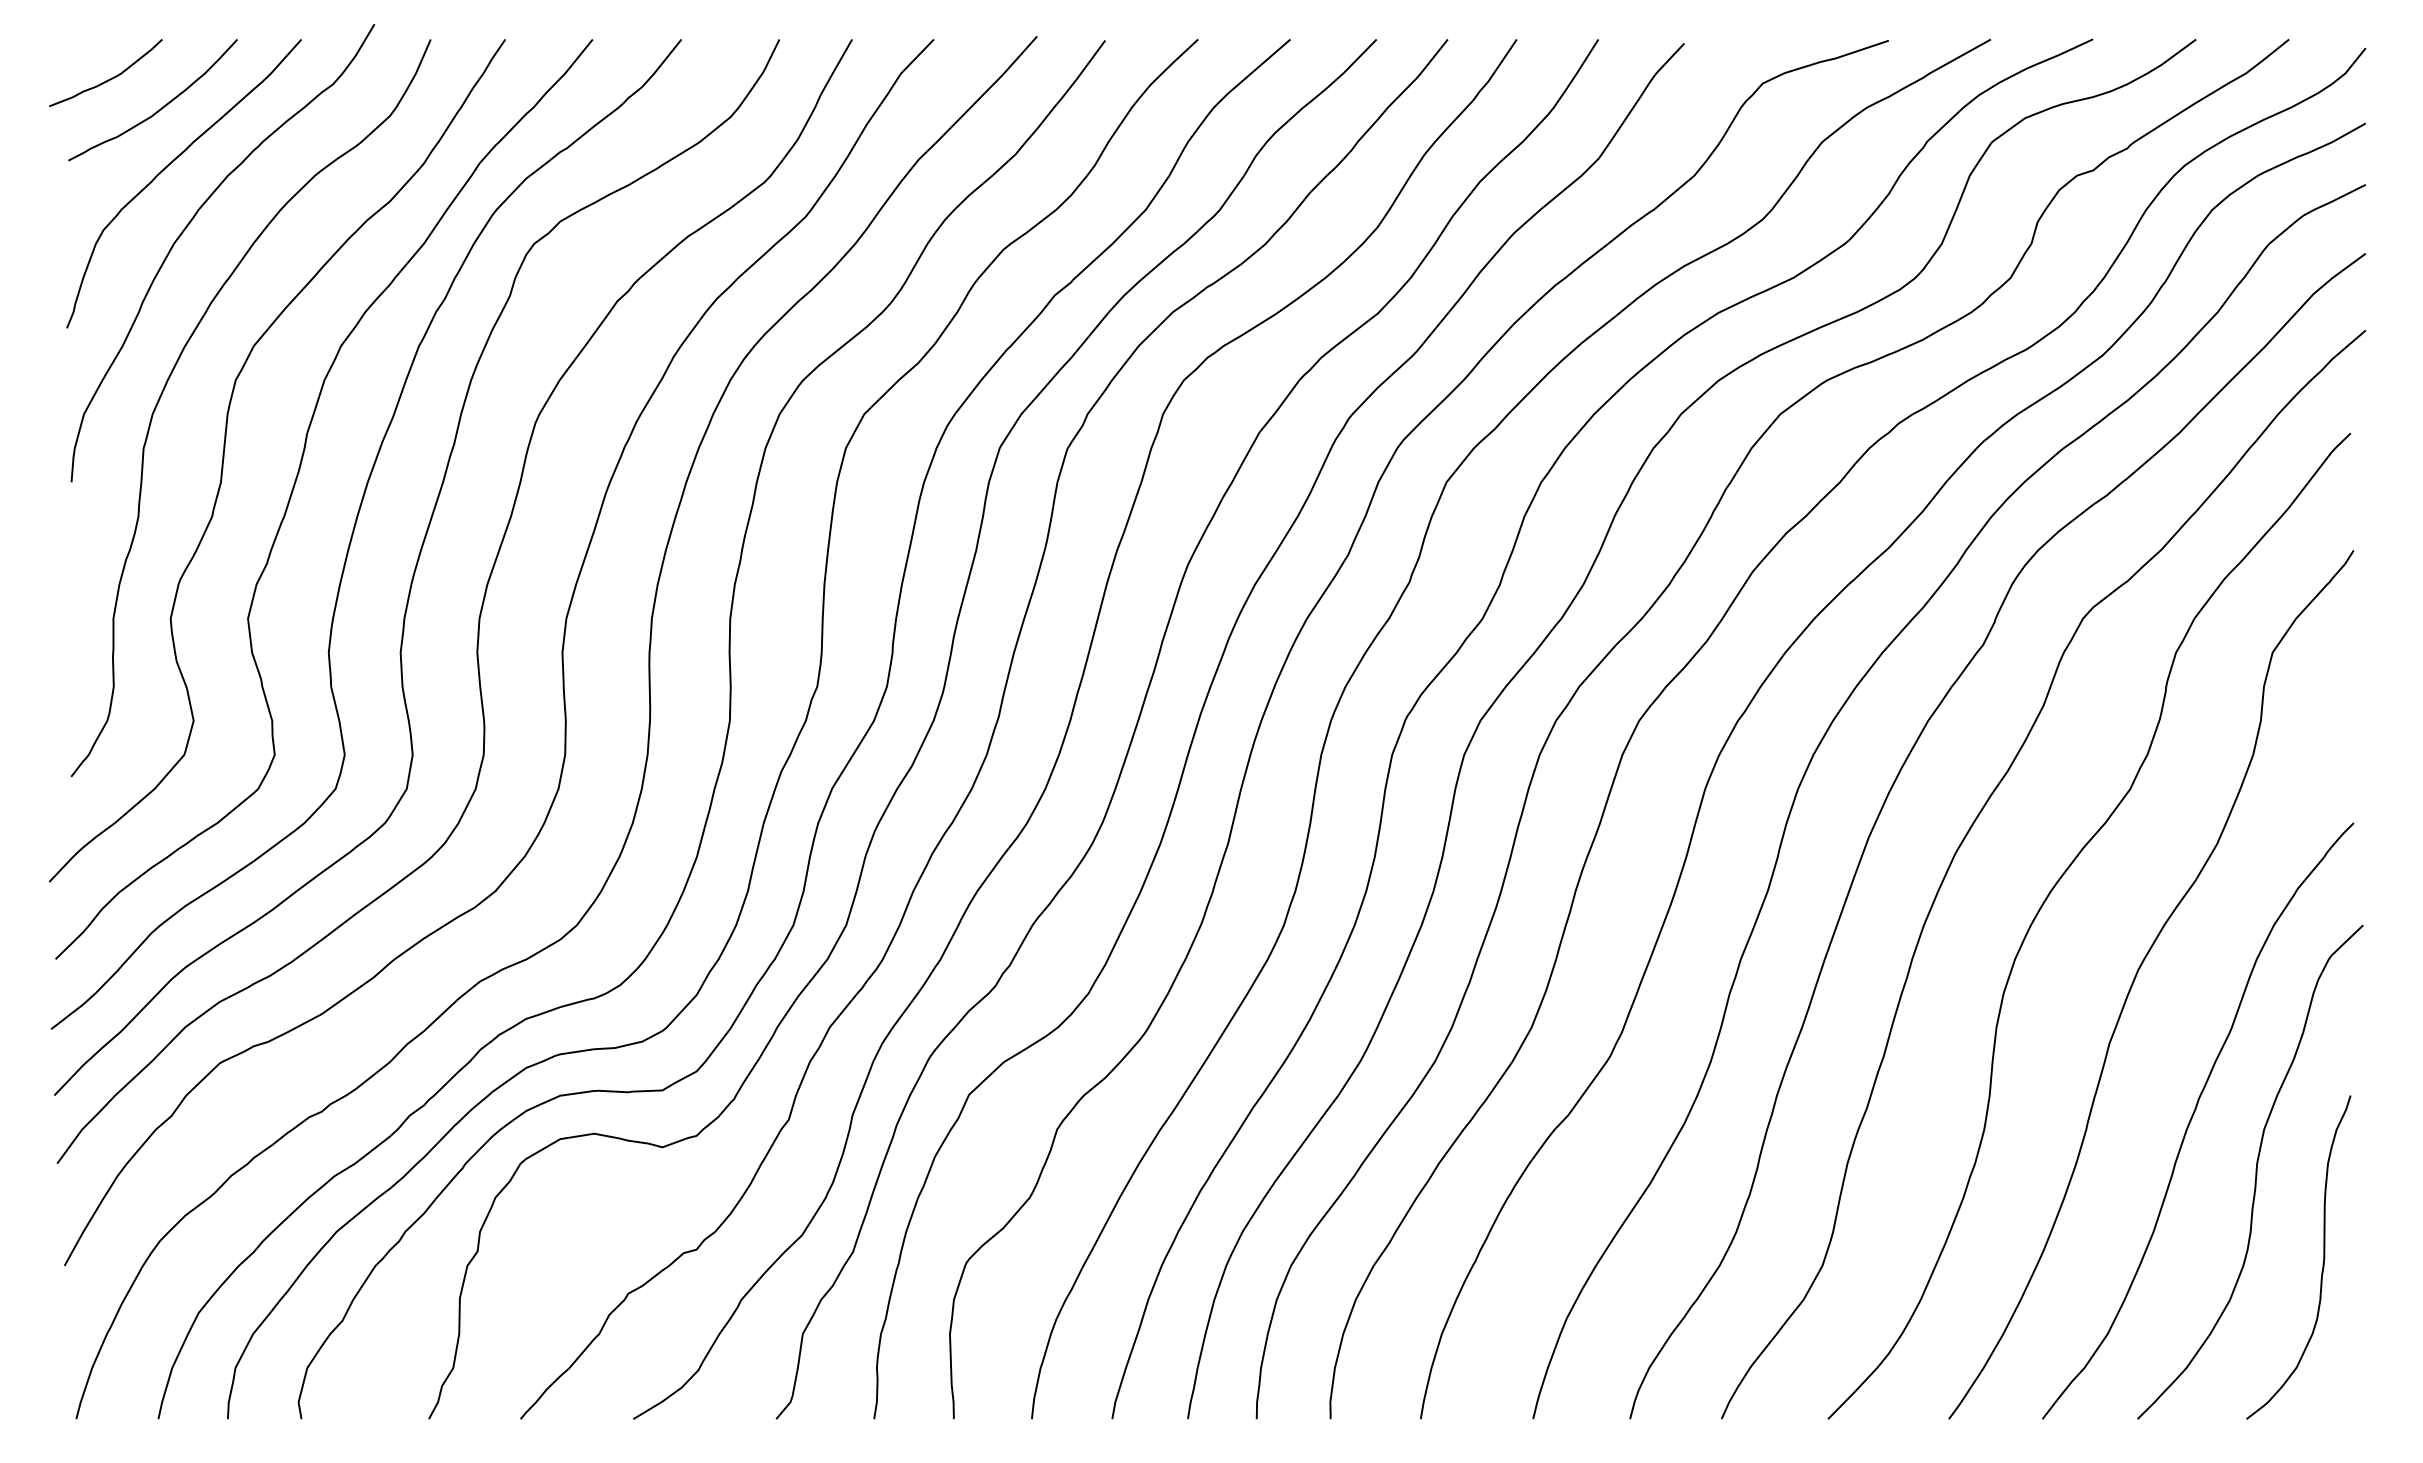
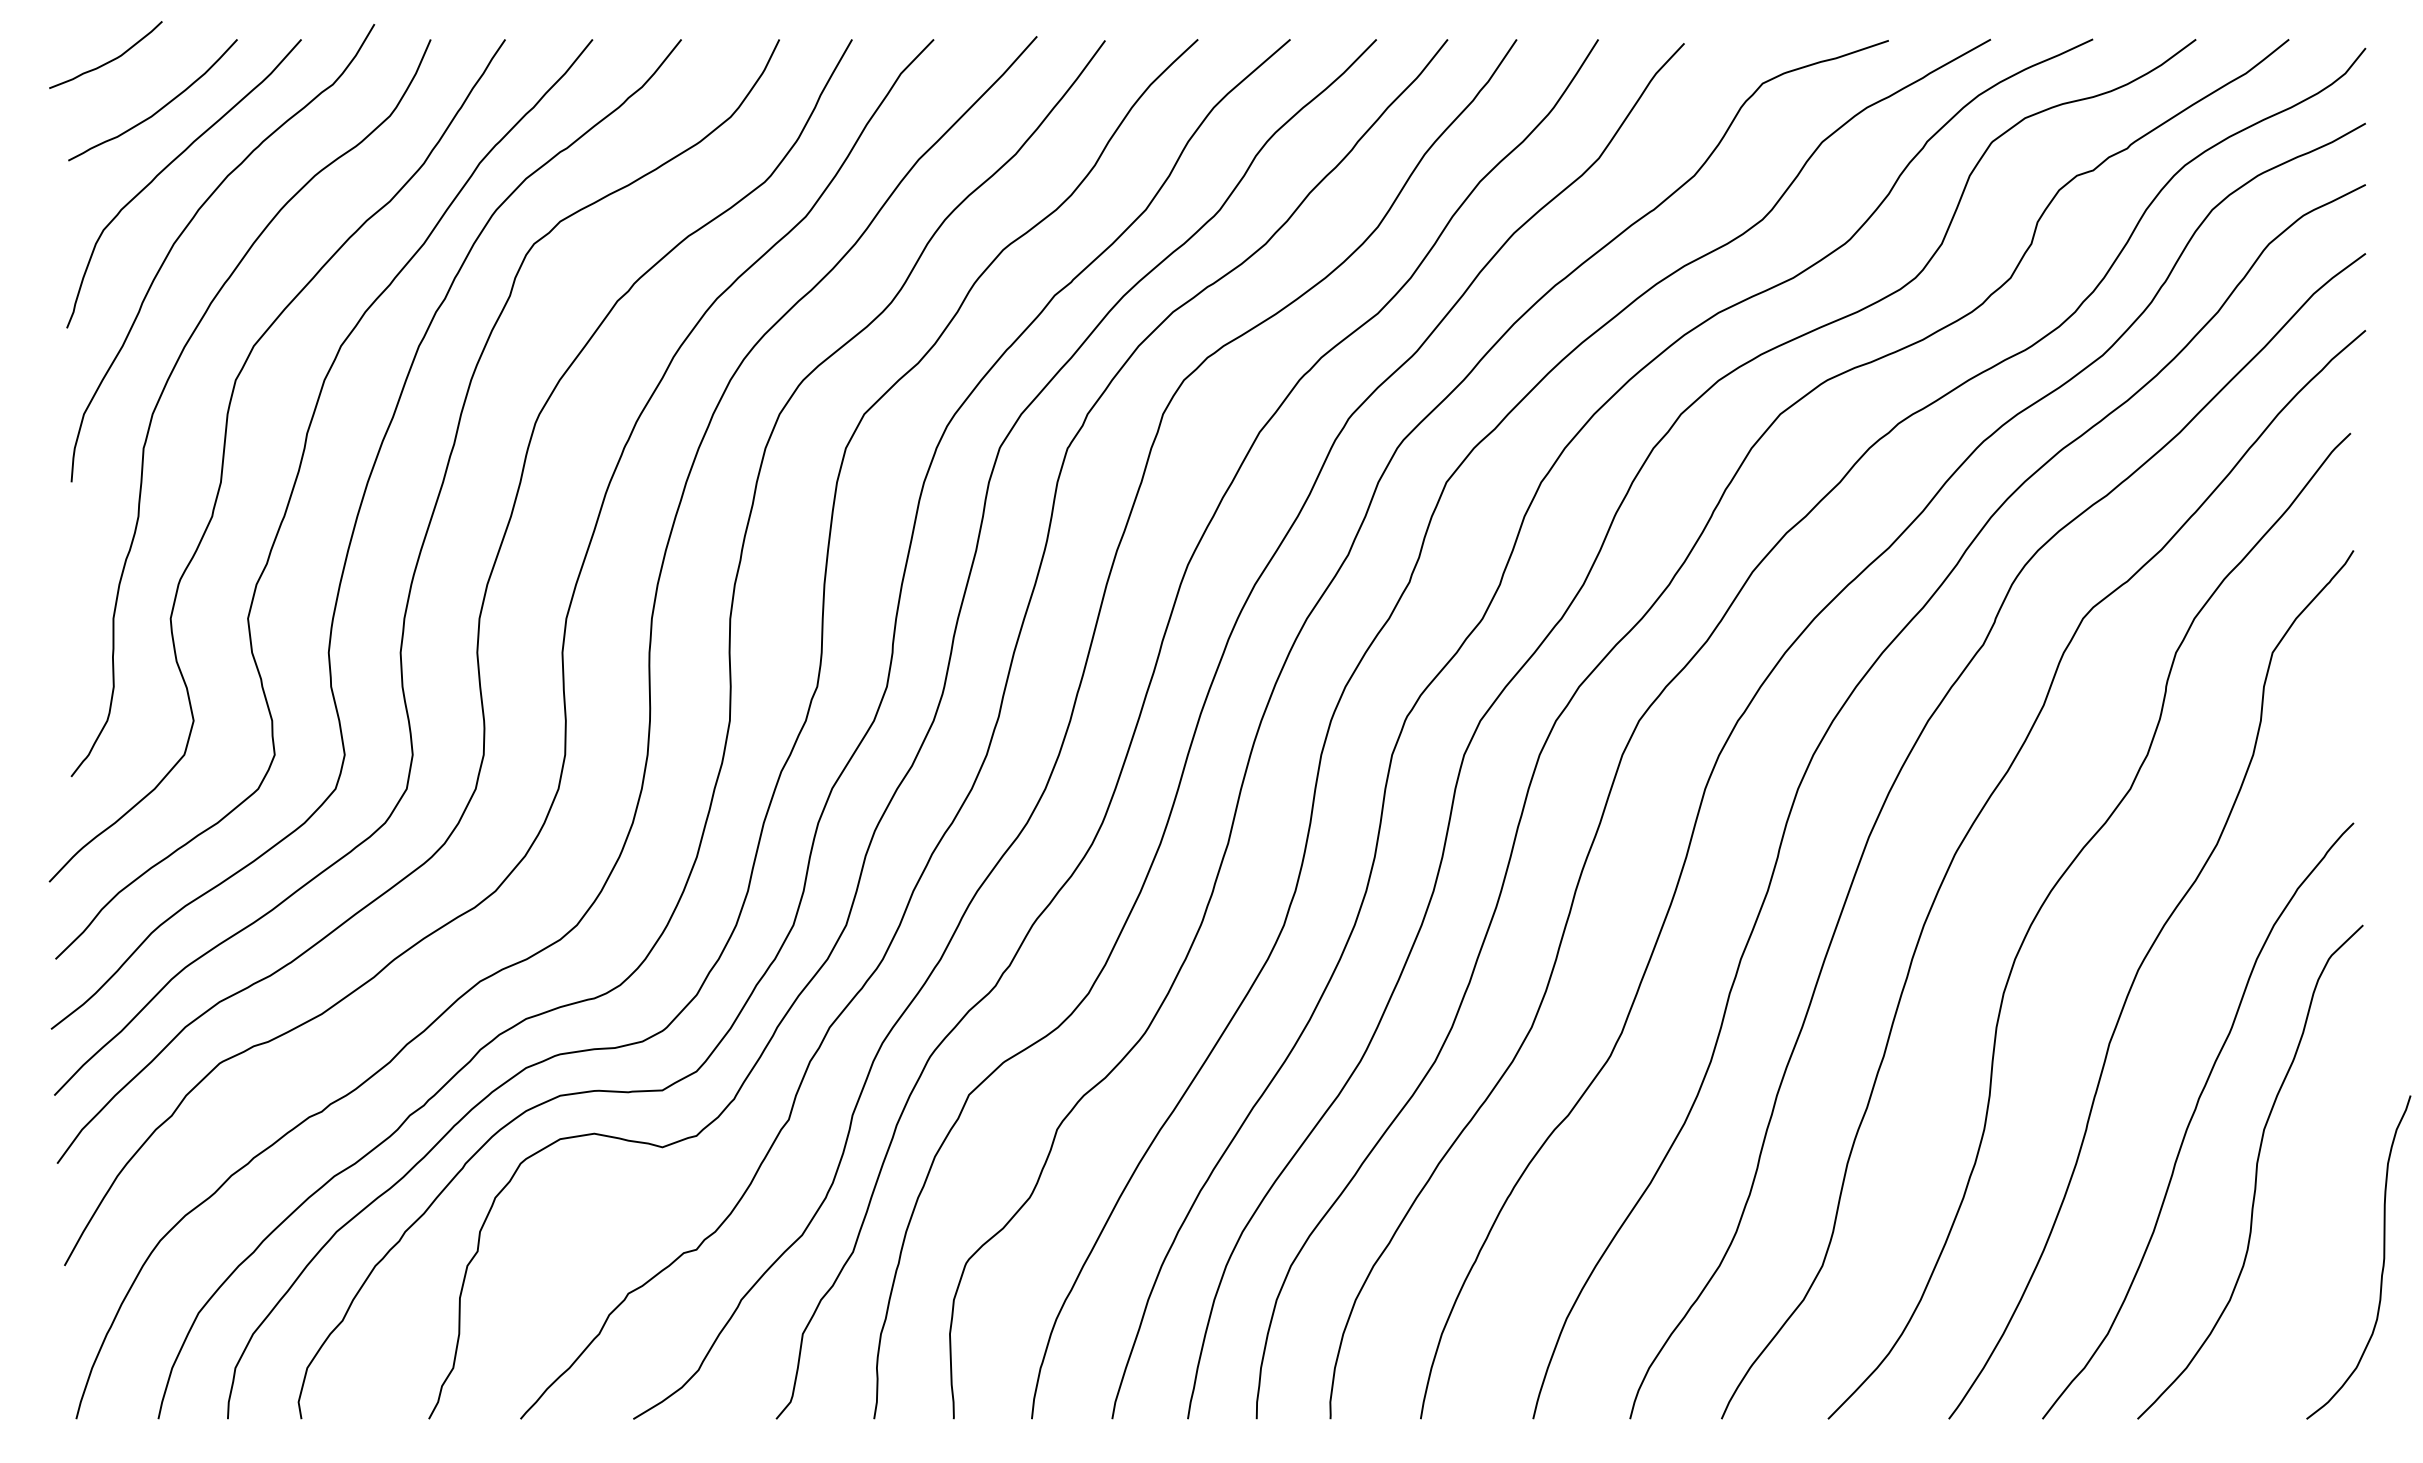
curve at (109, 78) position: (109, 78) -> (109, 60)
curve at (2322, 1263) position: (2322, 1263) -> (2382, 1263)
